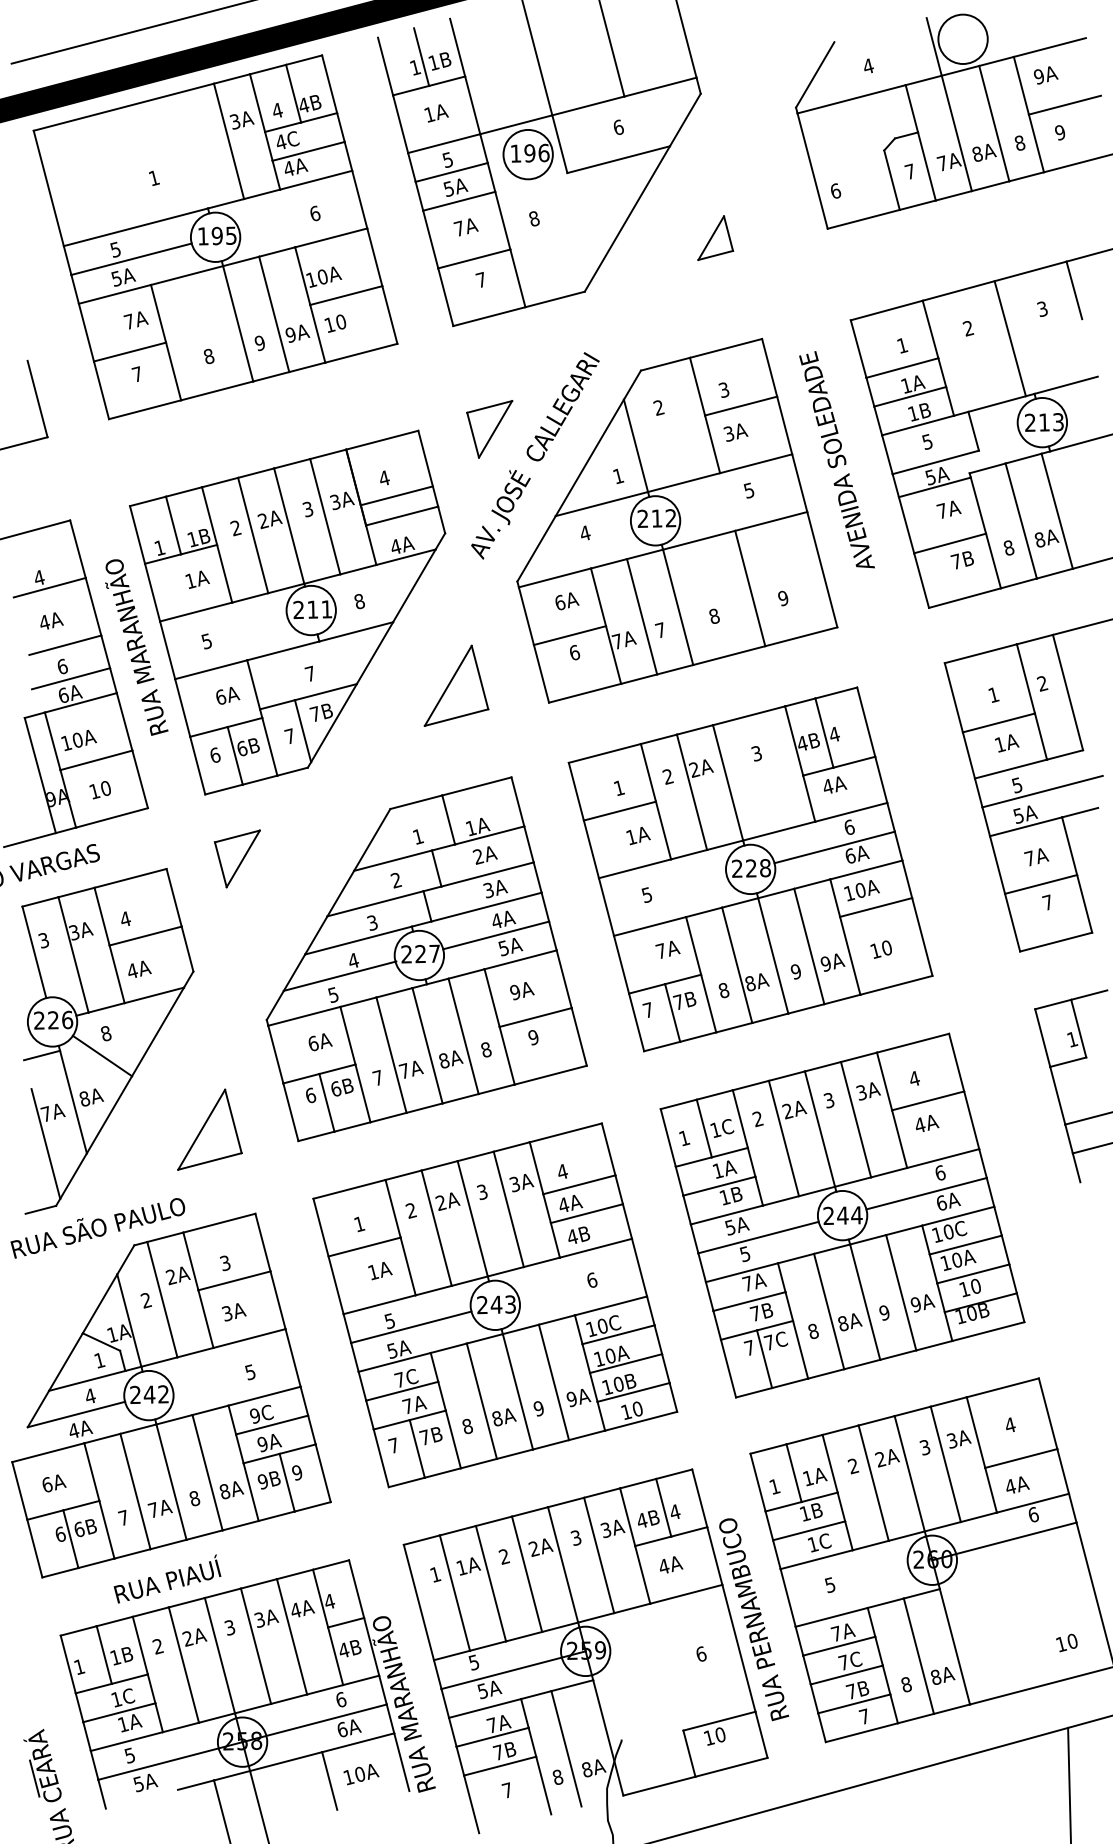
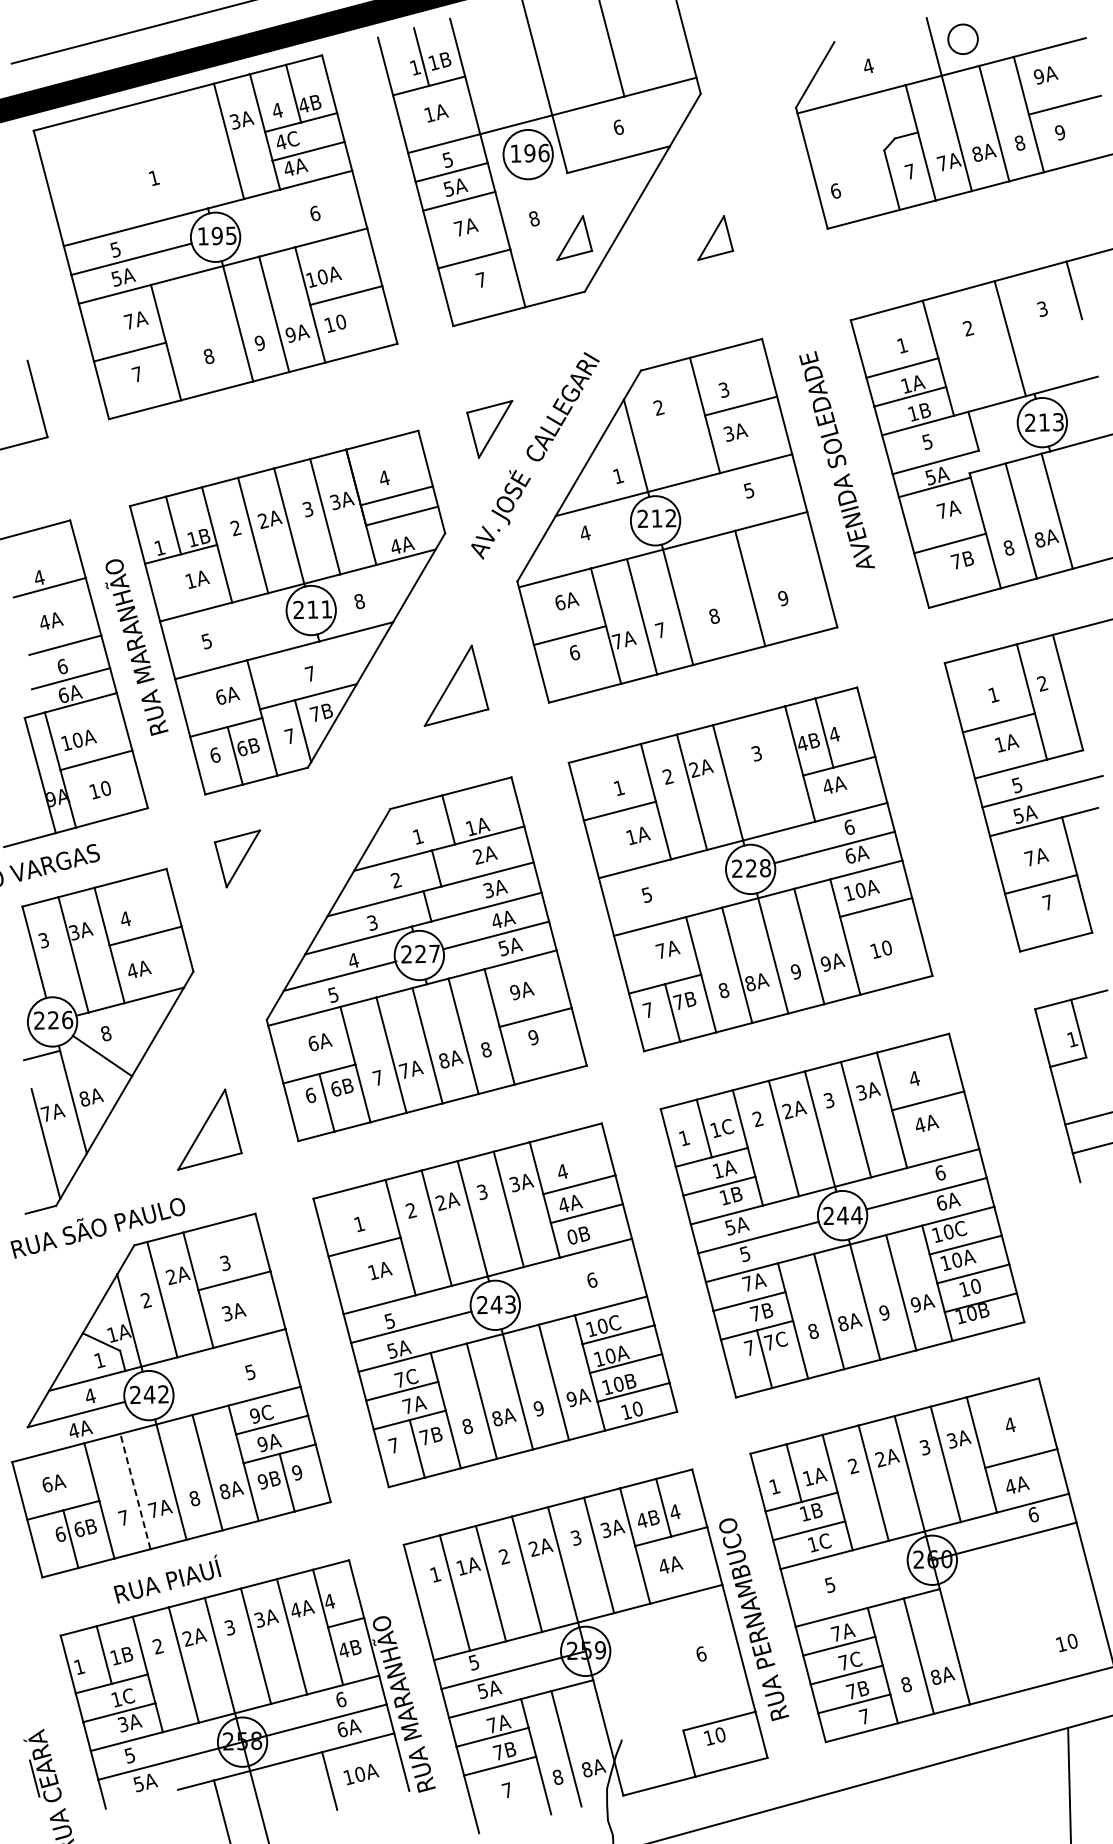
circle at (962, 39) diameter: 49 px -> 30 px
part at (574, 237): none -> present
text at (572, 1236): 4B -> 0B
line at (135, 1491): solid -> dashed
text at (123, 1724): 1A -> 3A
